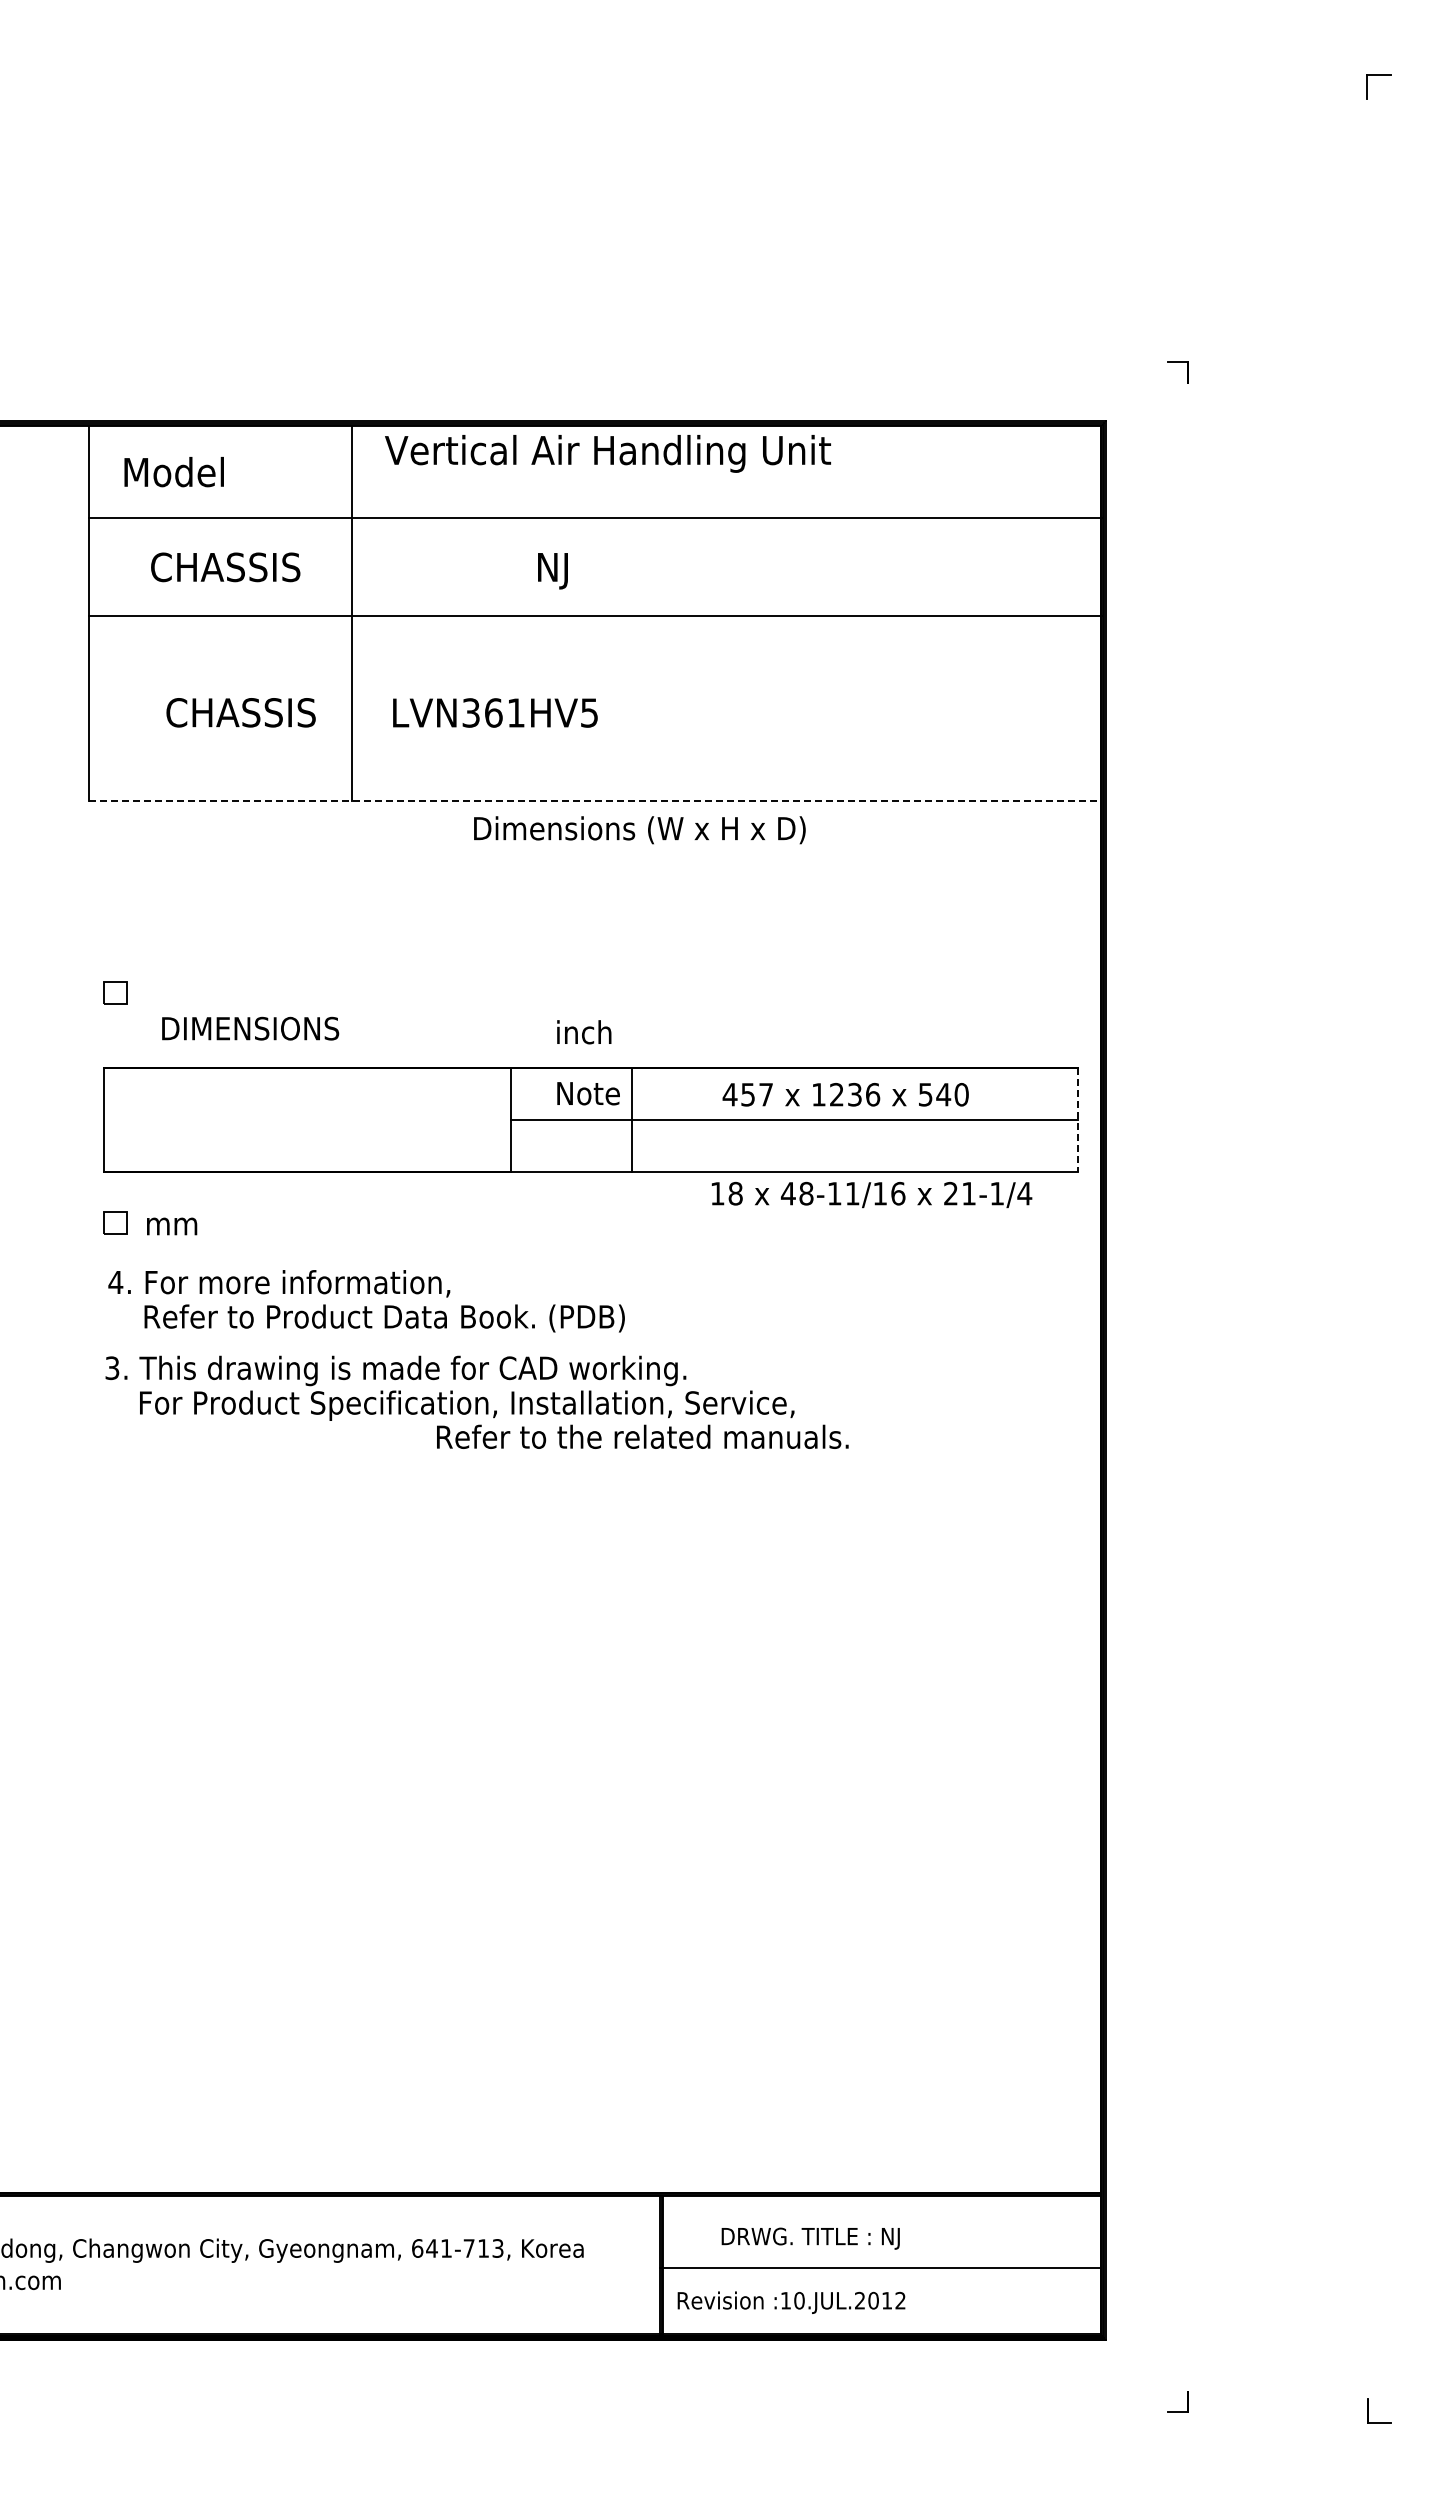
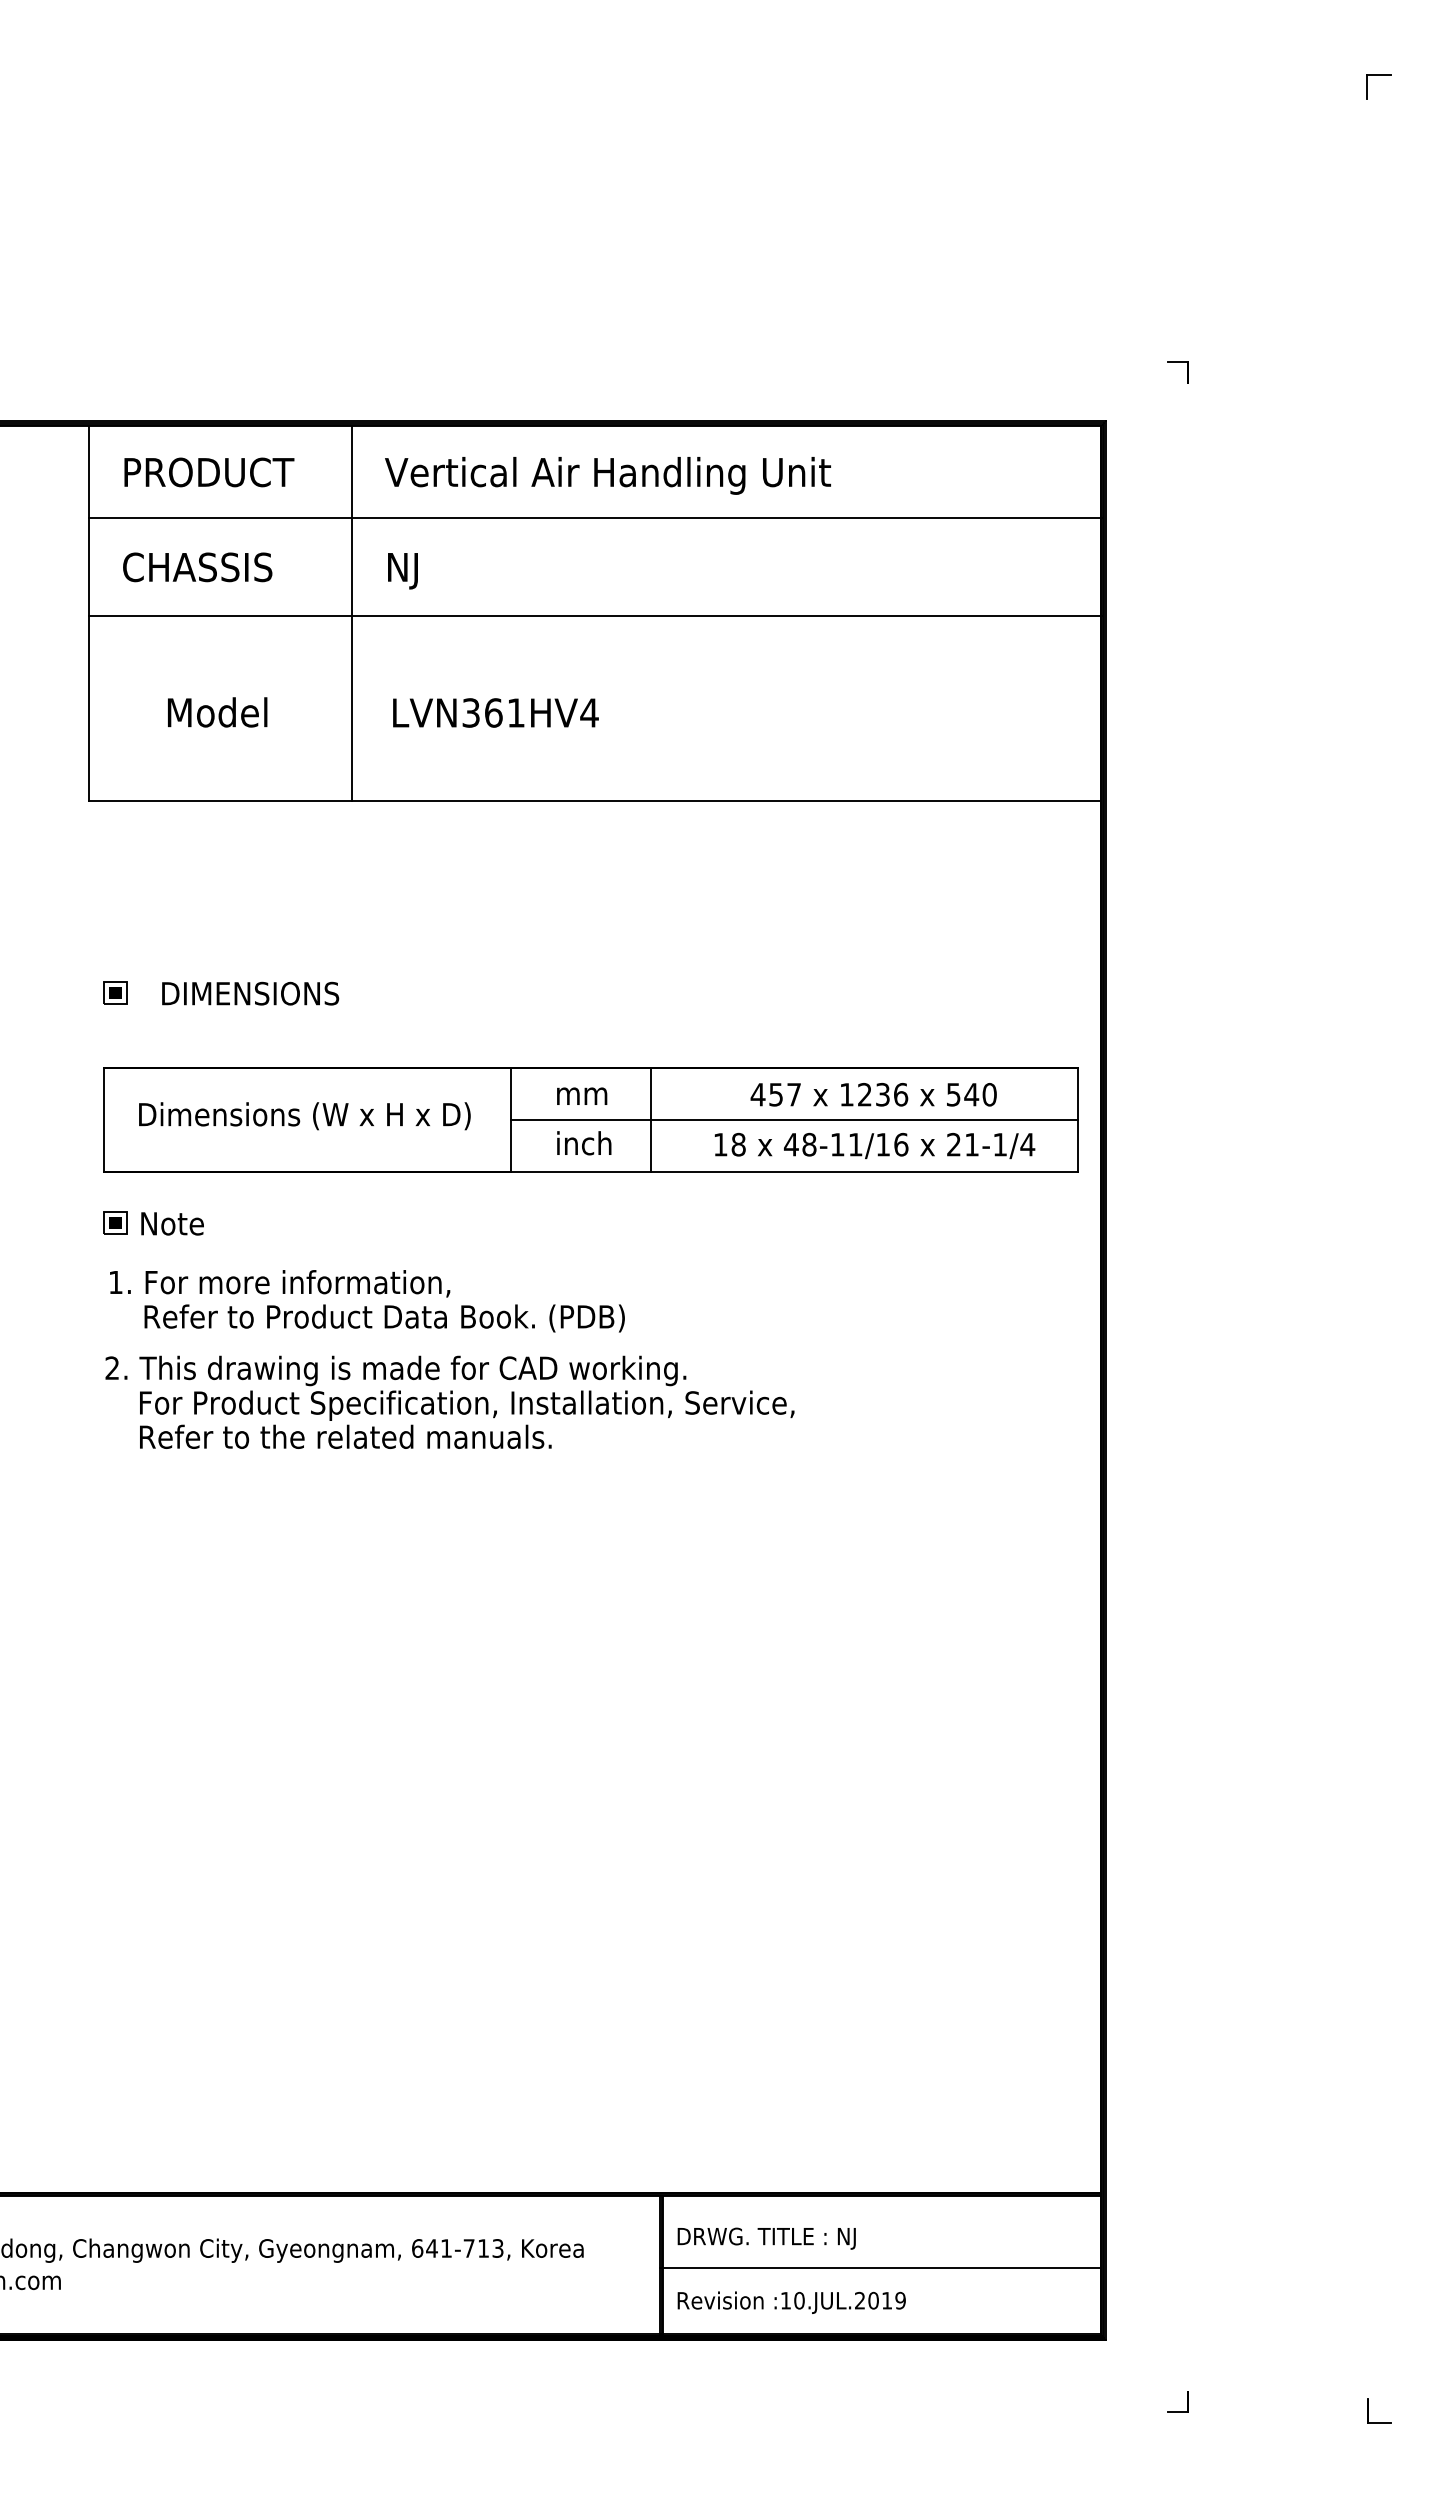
text at (607, 453) position: (607, 453) -> (607, 475)
text at (210, 471): Model -> PRODUCT
text at (225, 567) position: (225, 567) -> (197, 567)
text at (552, 571) position: (552, 571) -> (402, 571)
text at (240, 712): CHASSIS -> Model
text at (589, 712): LVN361HV5 -> LVN361HV4
line at (595, 800): dashed -> solid
text at (639, 830) position: (639, 830) -> (304, 1116)
fill at (114, 992): none -> present
text at (250, 1028) position: (250, 1028) -> (250, 993)
text at (584, 1032) position: (584, 1032) -> (584, 1143)
text at (588, 1093): Note -> mm
text at (845, 1094) position: (845, 1094) -> (873, 1094)
line at (631, 1119) position: (631, 1119) -> (650, 1119)
line at (1078, 1120): dashed -> solid
text at (871, 1194) position: (871, 1194) -> (874, 1145)
fill at (114, 1222): none -> present
text at (172, 1223): mm -> Note
text at (115, 1282): 4. -> 1.
text at (112, 1368): 3. -> 2.
text at (642, 1436) position: (642, 1436) -> (345, 1436)
text at (810, 2238) position: (810, 2238) -> (766, 2238)
text at (900, 2300): :10.JUL.2012 -> :10.JUL.2019
